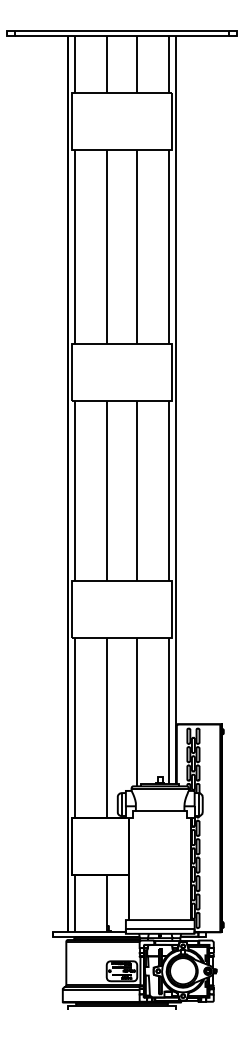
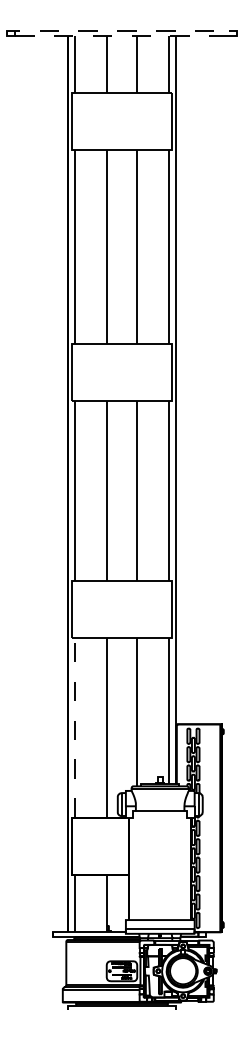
line at (228, 33): solid -> dashed
line at (74, 727): solid -> dashed
